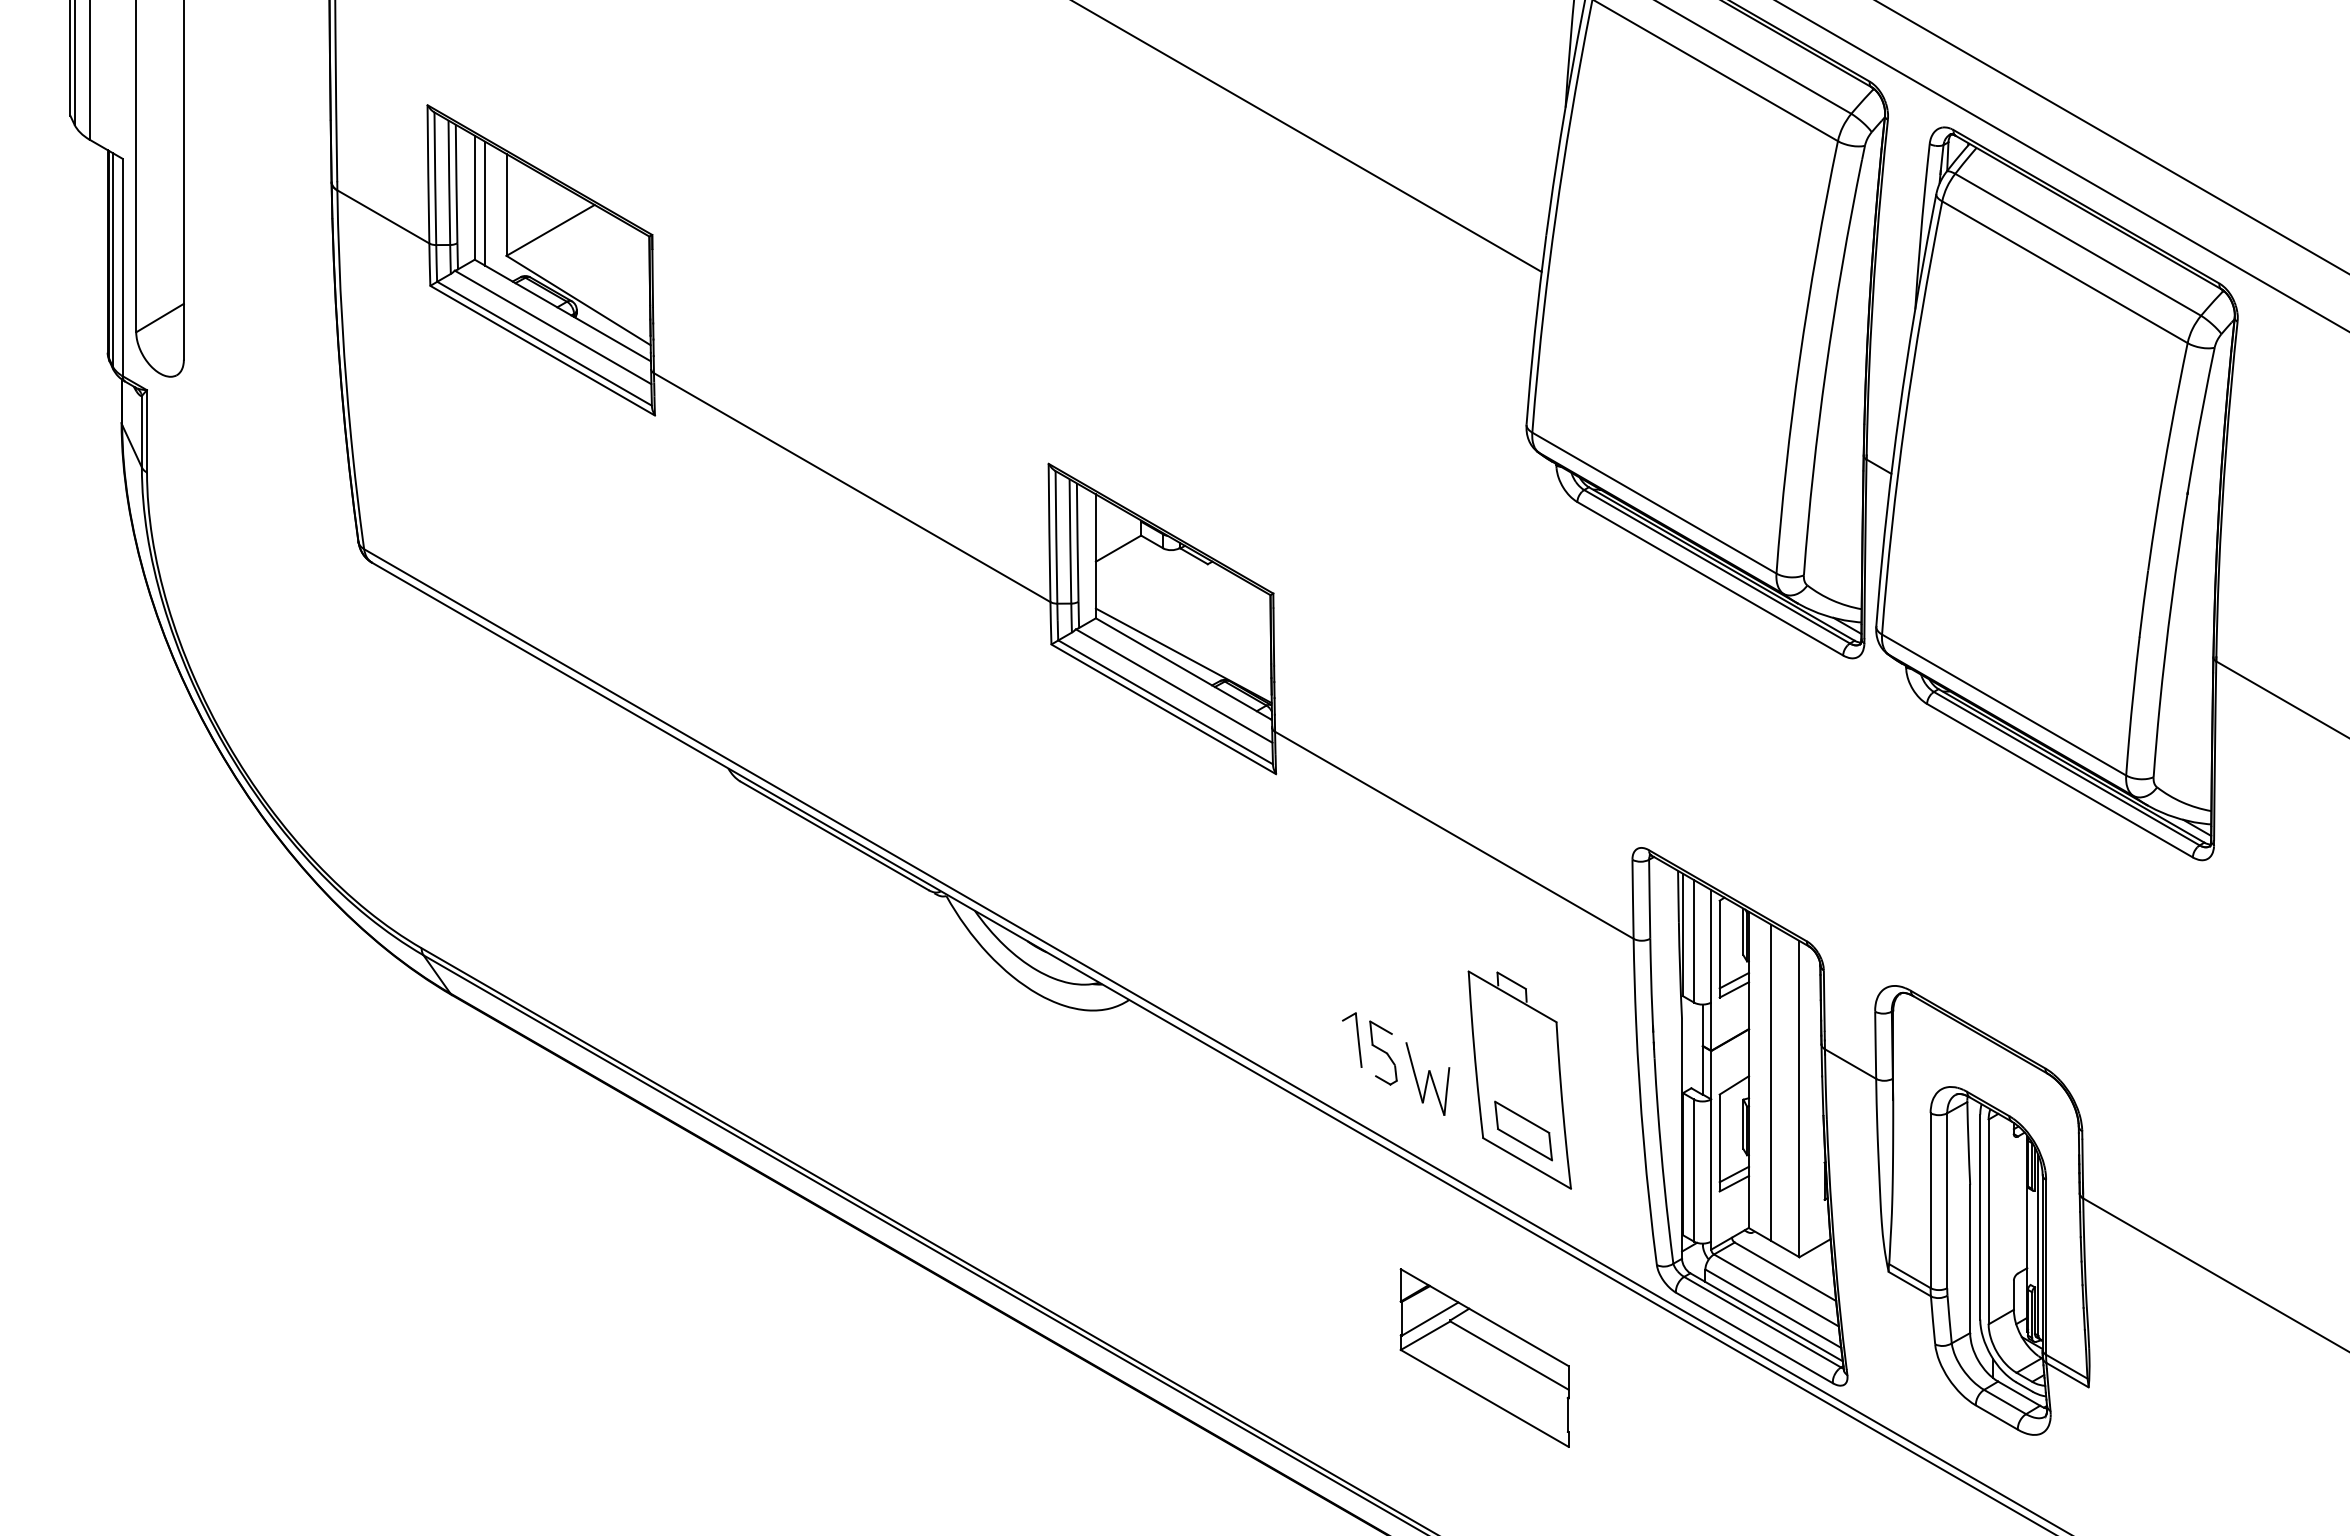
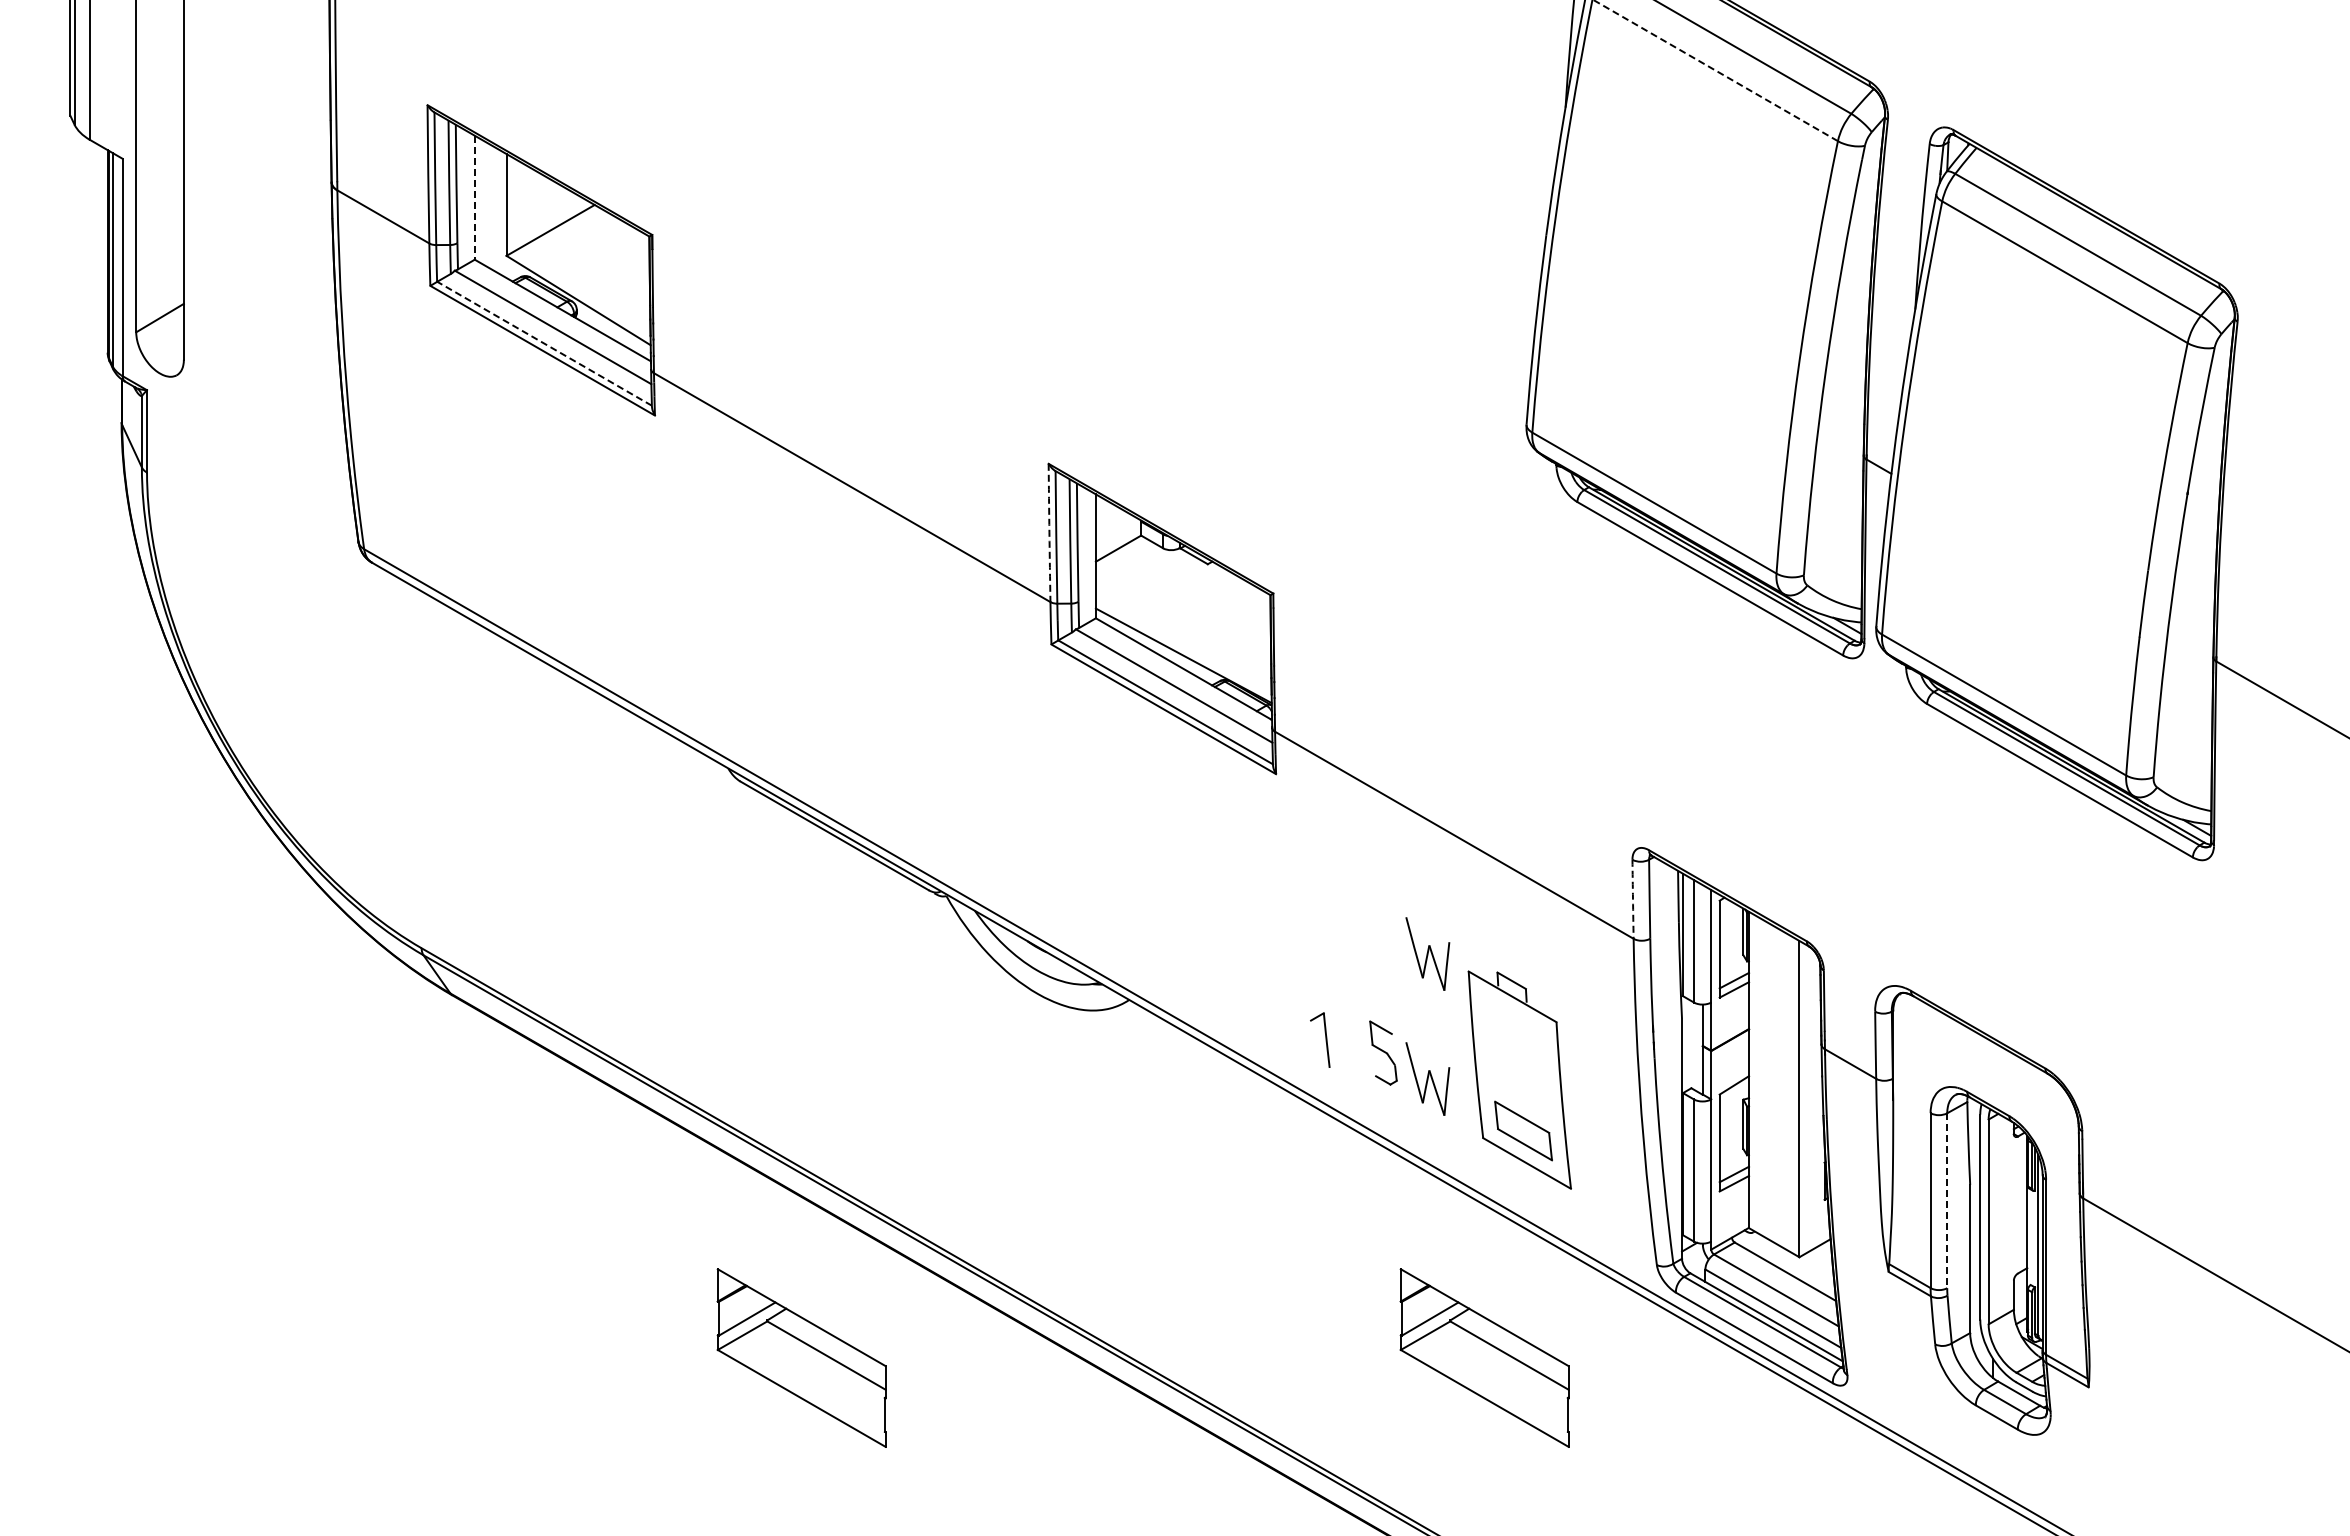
line at (1716, 70): solid -> dashed
line at (1307, 136): present -> none
line at (2112, 137): present -> none
line at (2062, 166): present -> none
line at (474, 197): solid -> dashed
line at (485, 203): present -> none
line at (544, 343): solid -> dashed
arc at (1049, 532): solid -> dashed
arc at (1633, 899): solid -> dashed
part at (1427, 953): none -> present
part at (1352, 1039) position: (1352, 1039) -> (1320, 1039)
line at (1771, 1082): present -> none
line at (1947, 1201): solid -> dashed
part at (801, 1357): none -> present
